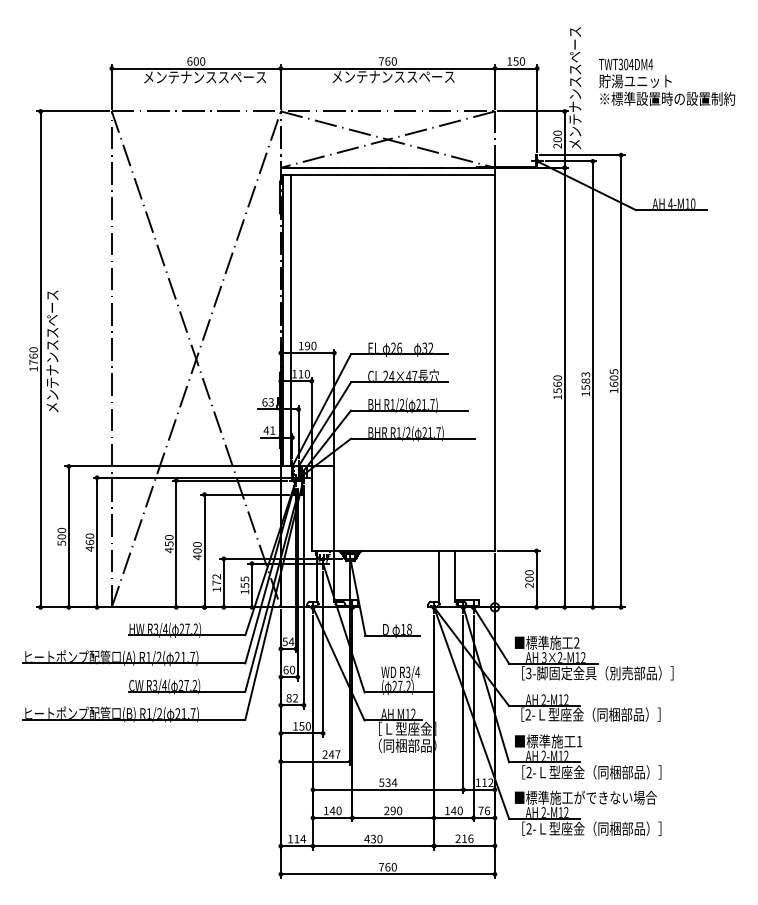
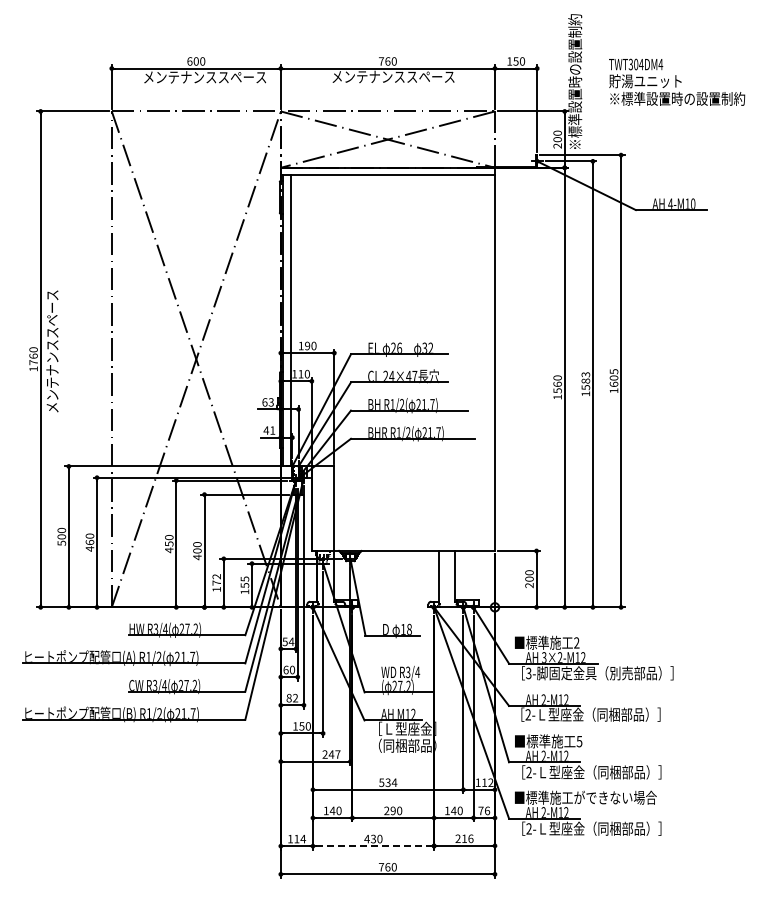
text at (575, 81): メンテナンススペース -> ※標準設置時の設置制約
text at (667, 81) position: (667, 81) -> (677, 81)
text at (579, 741): 1 -> 5
line at (373, 846): solid -> dashed
